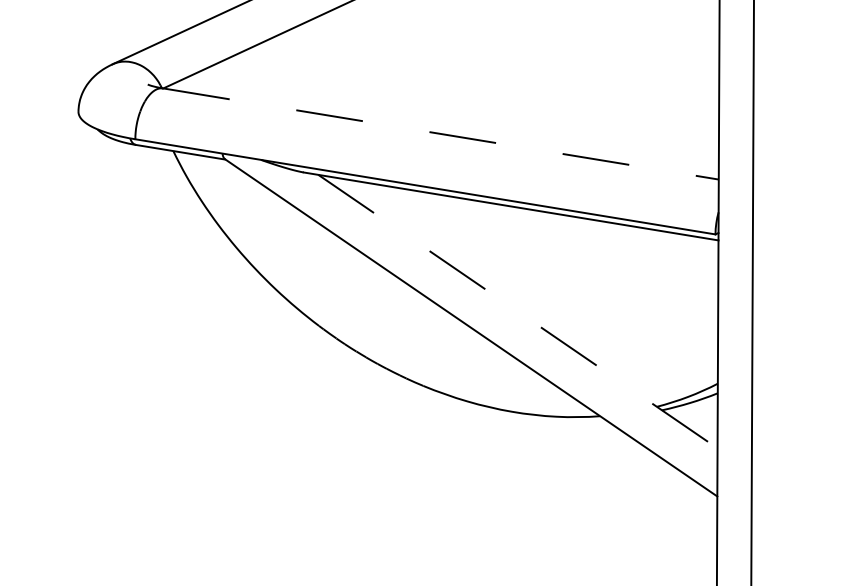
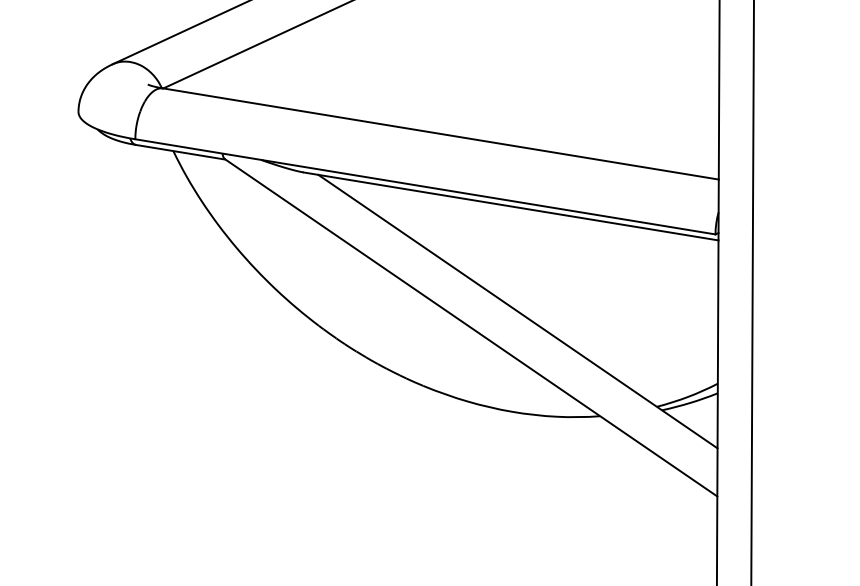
line at (440, 133): dashed -> solid
line at (517, 311): dashed -> solid
